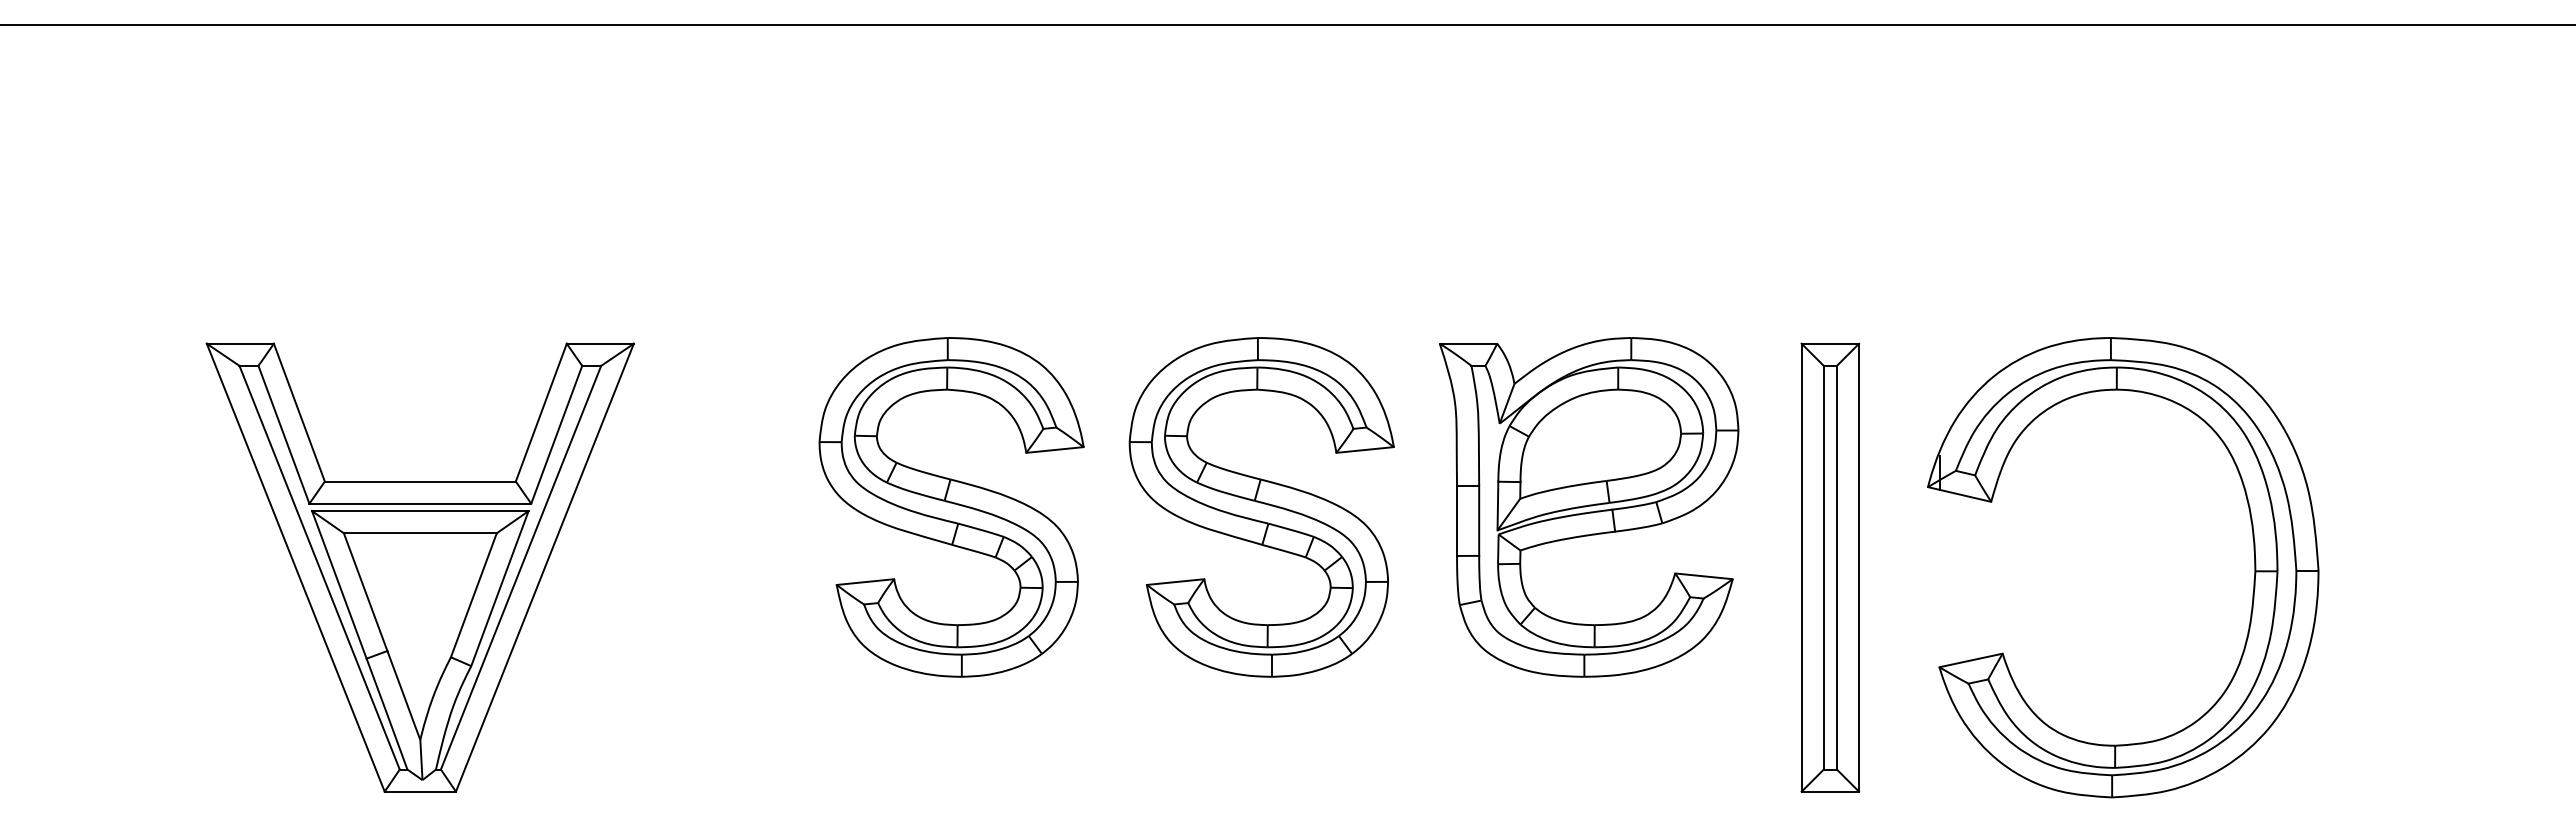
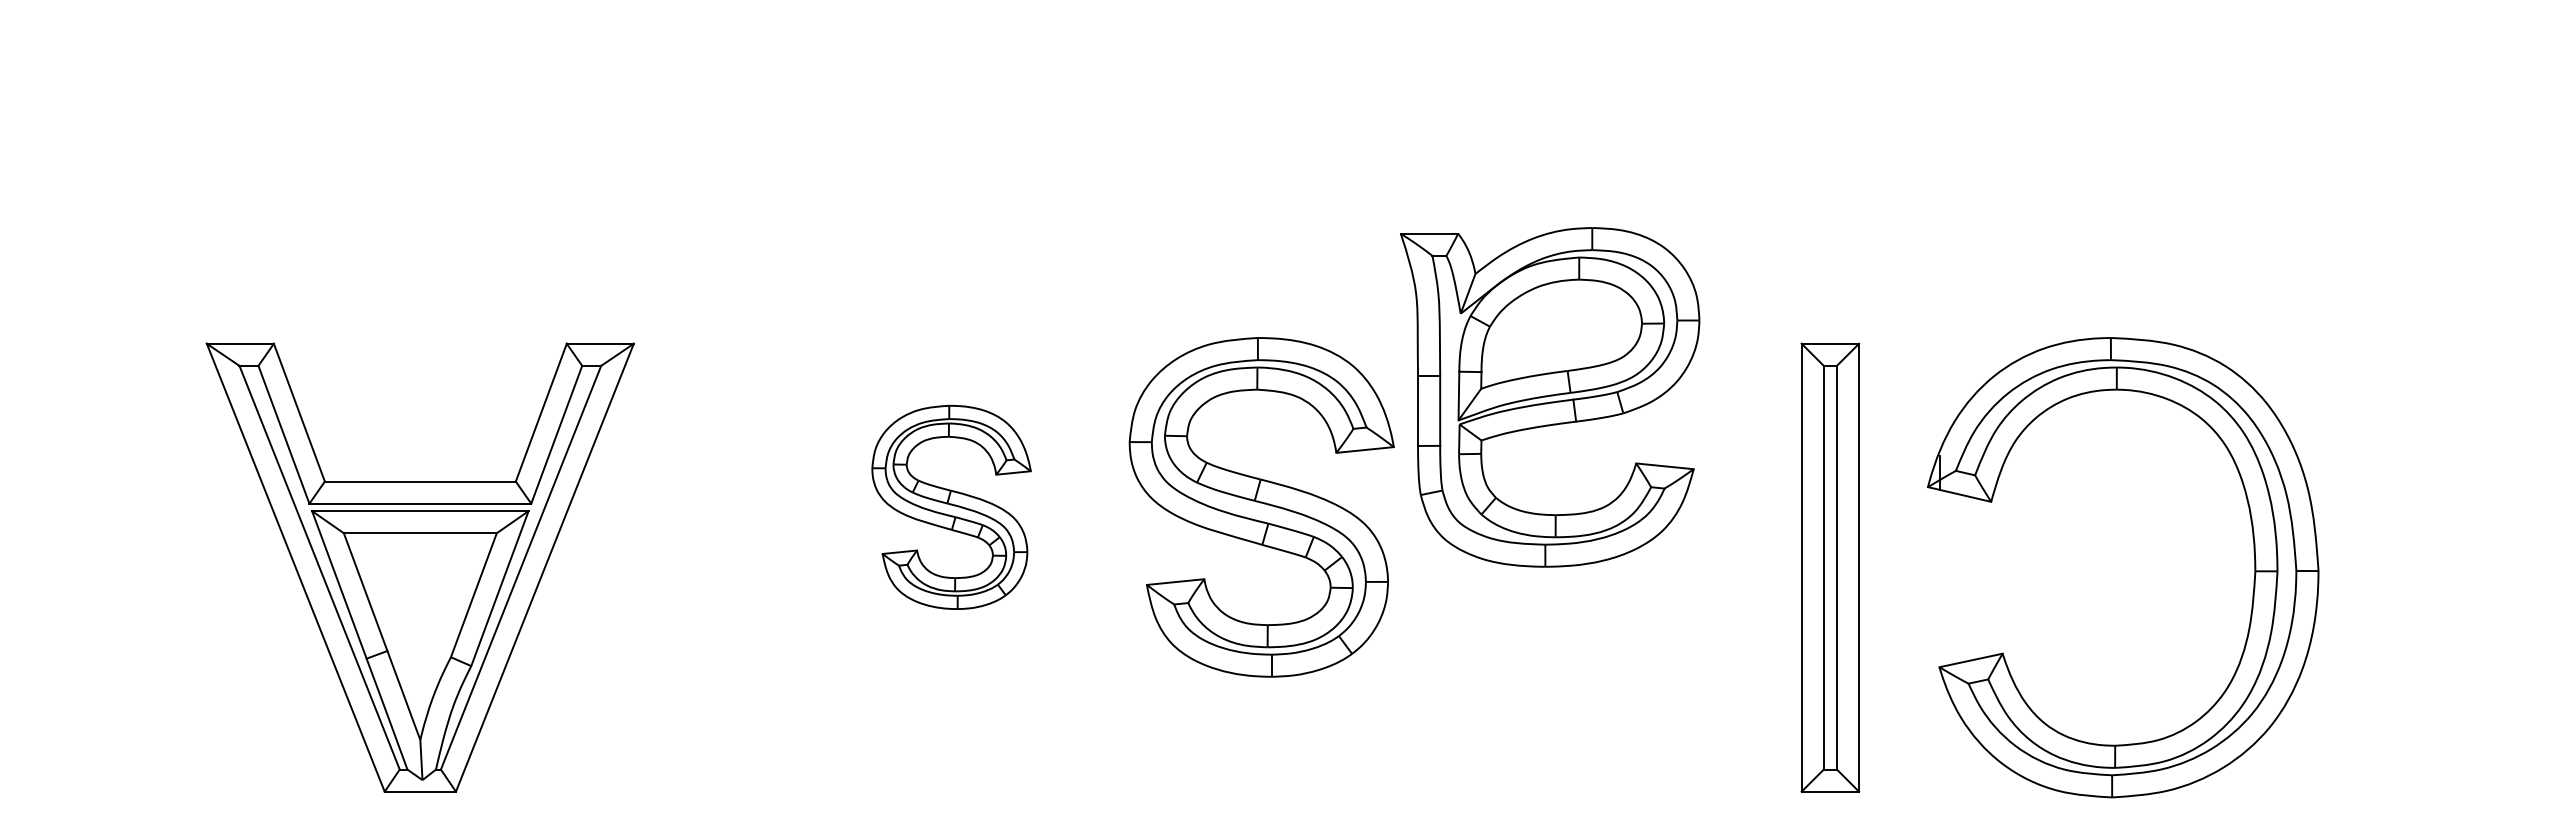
line at (1287, 24): present -> none
part at (951, 507) size: 267x341 px -> 161x206 px
part at (1589, 507) position: (1589, 507) -> (1550, 397)
